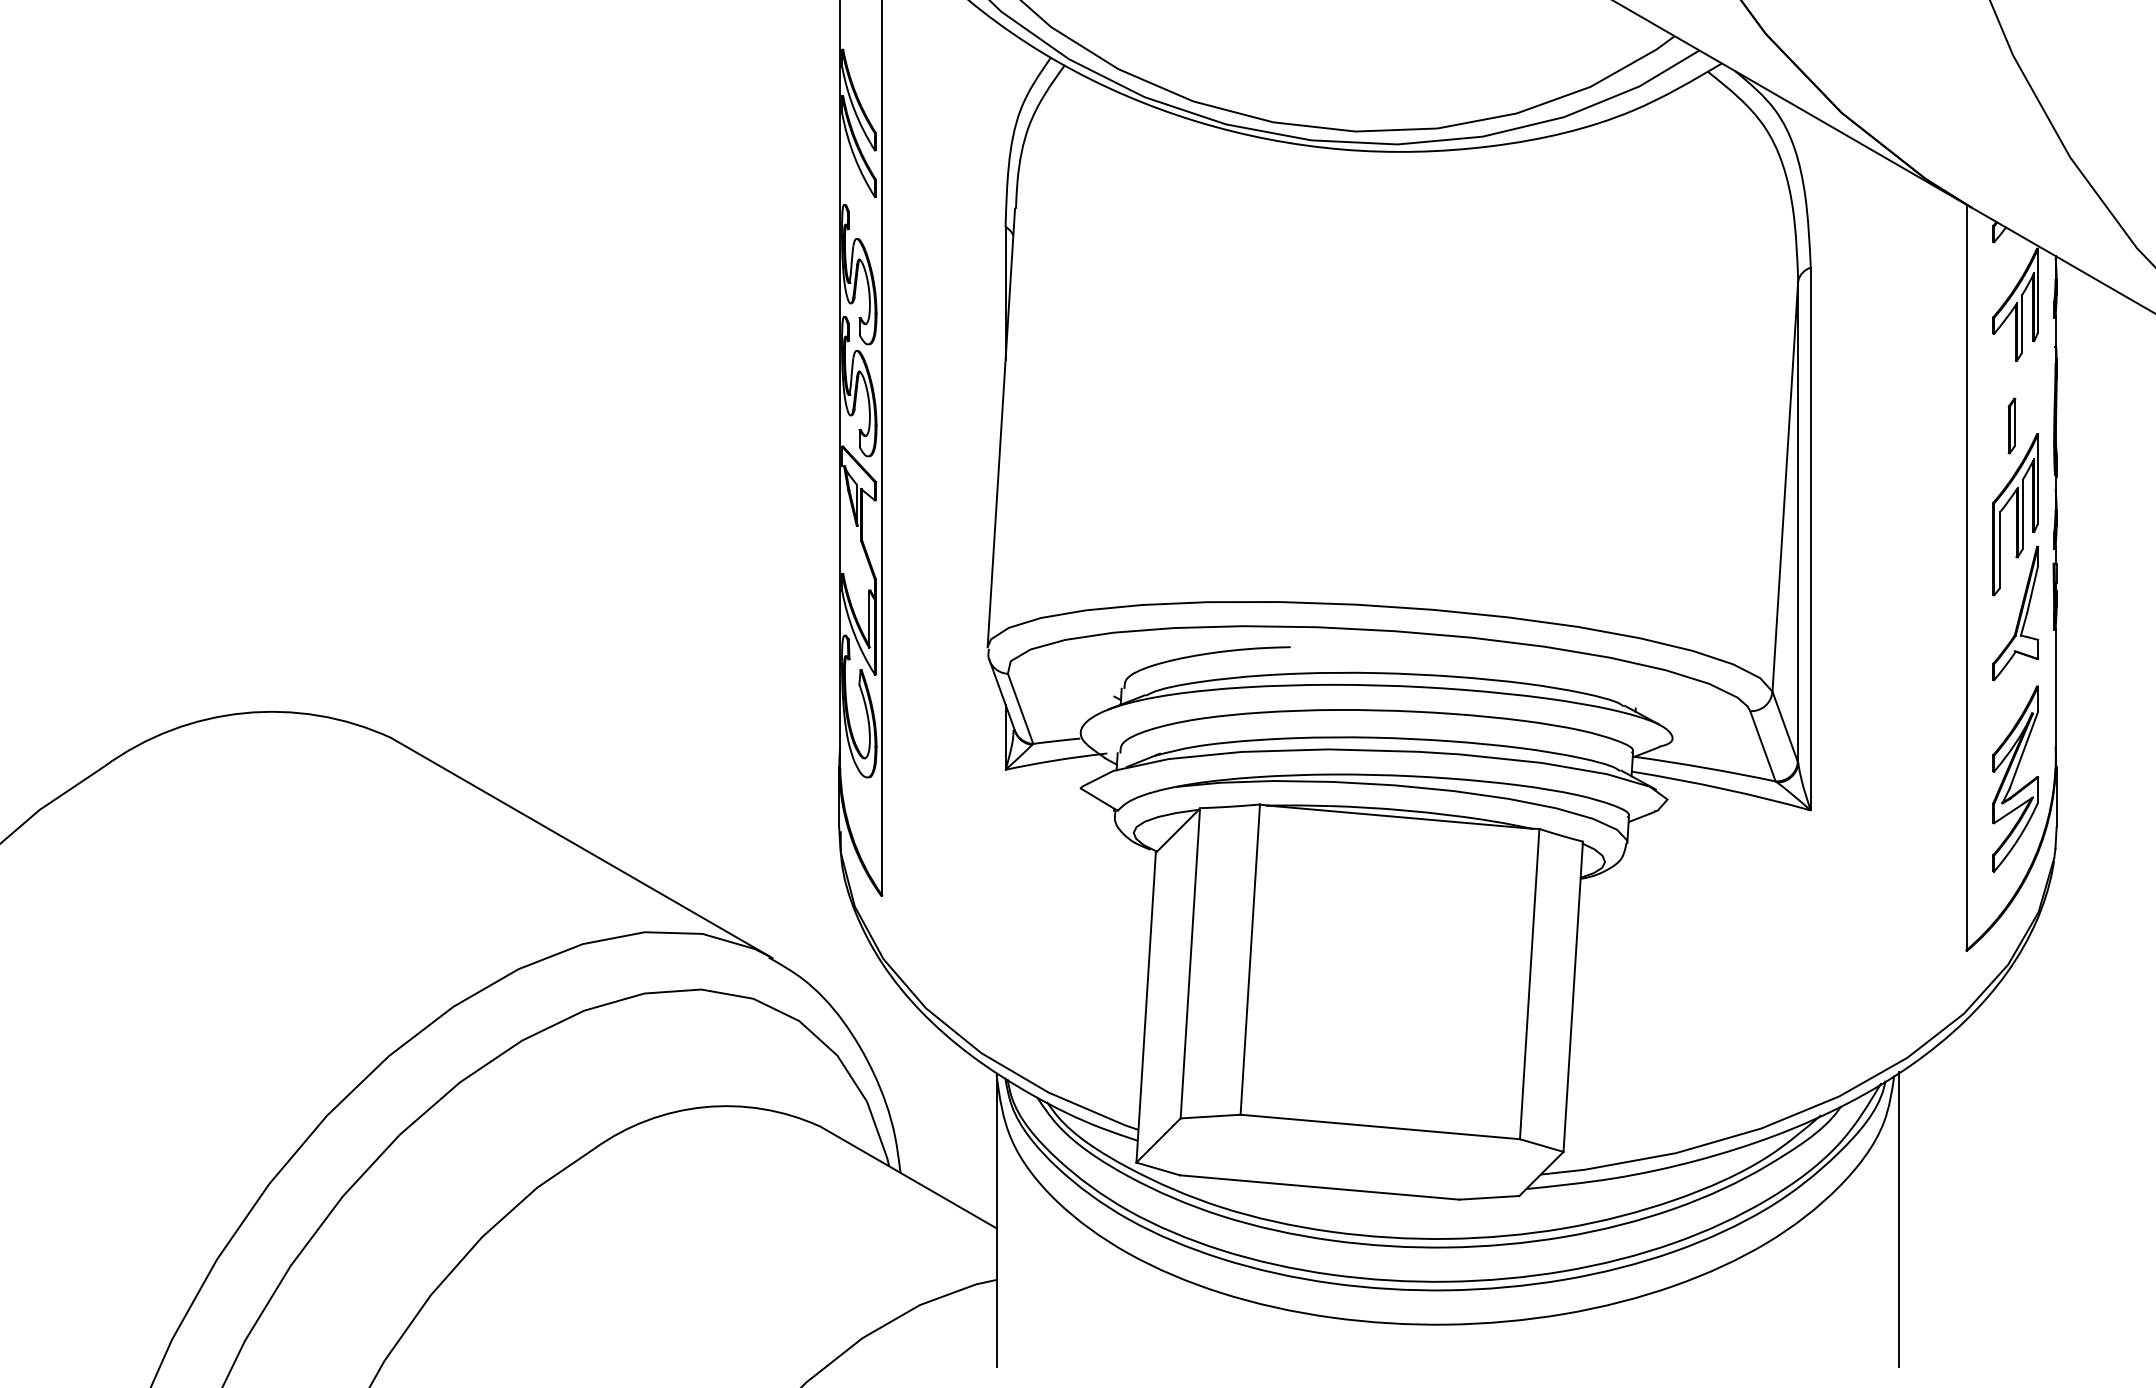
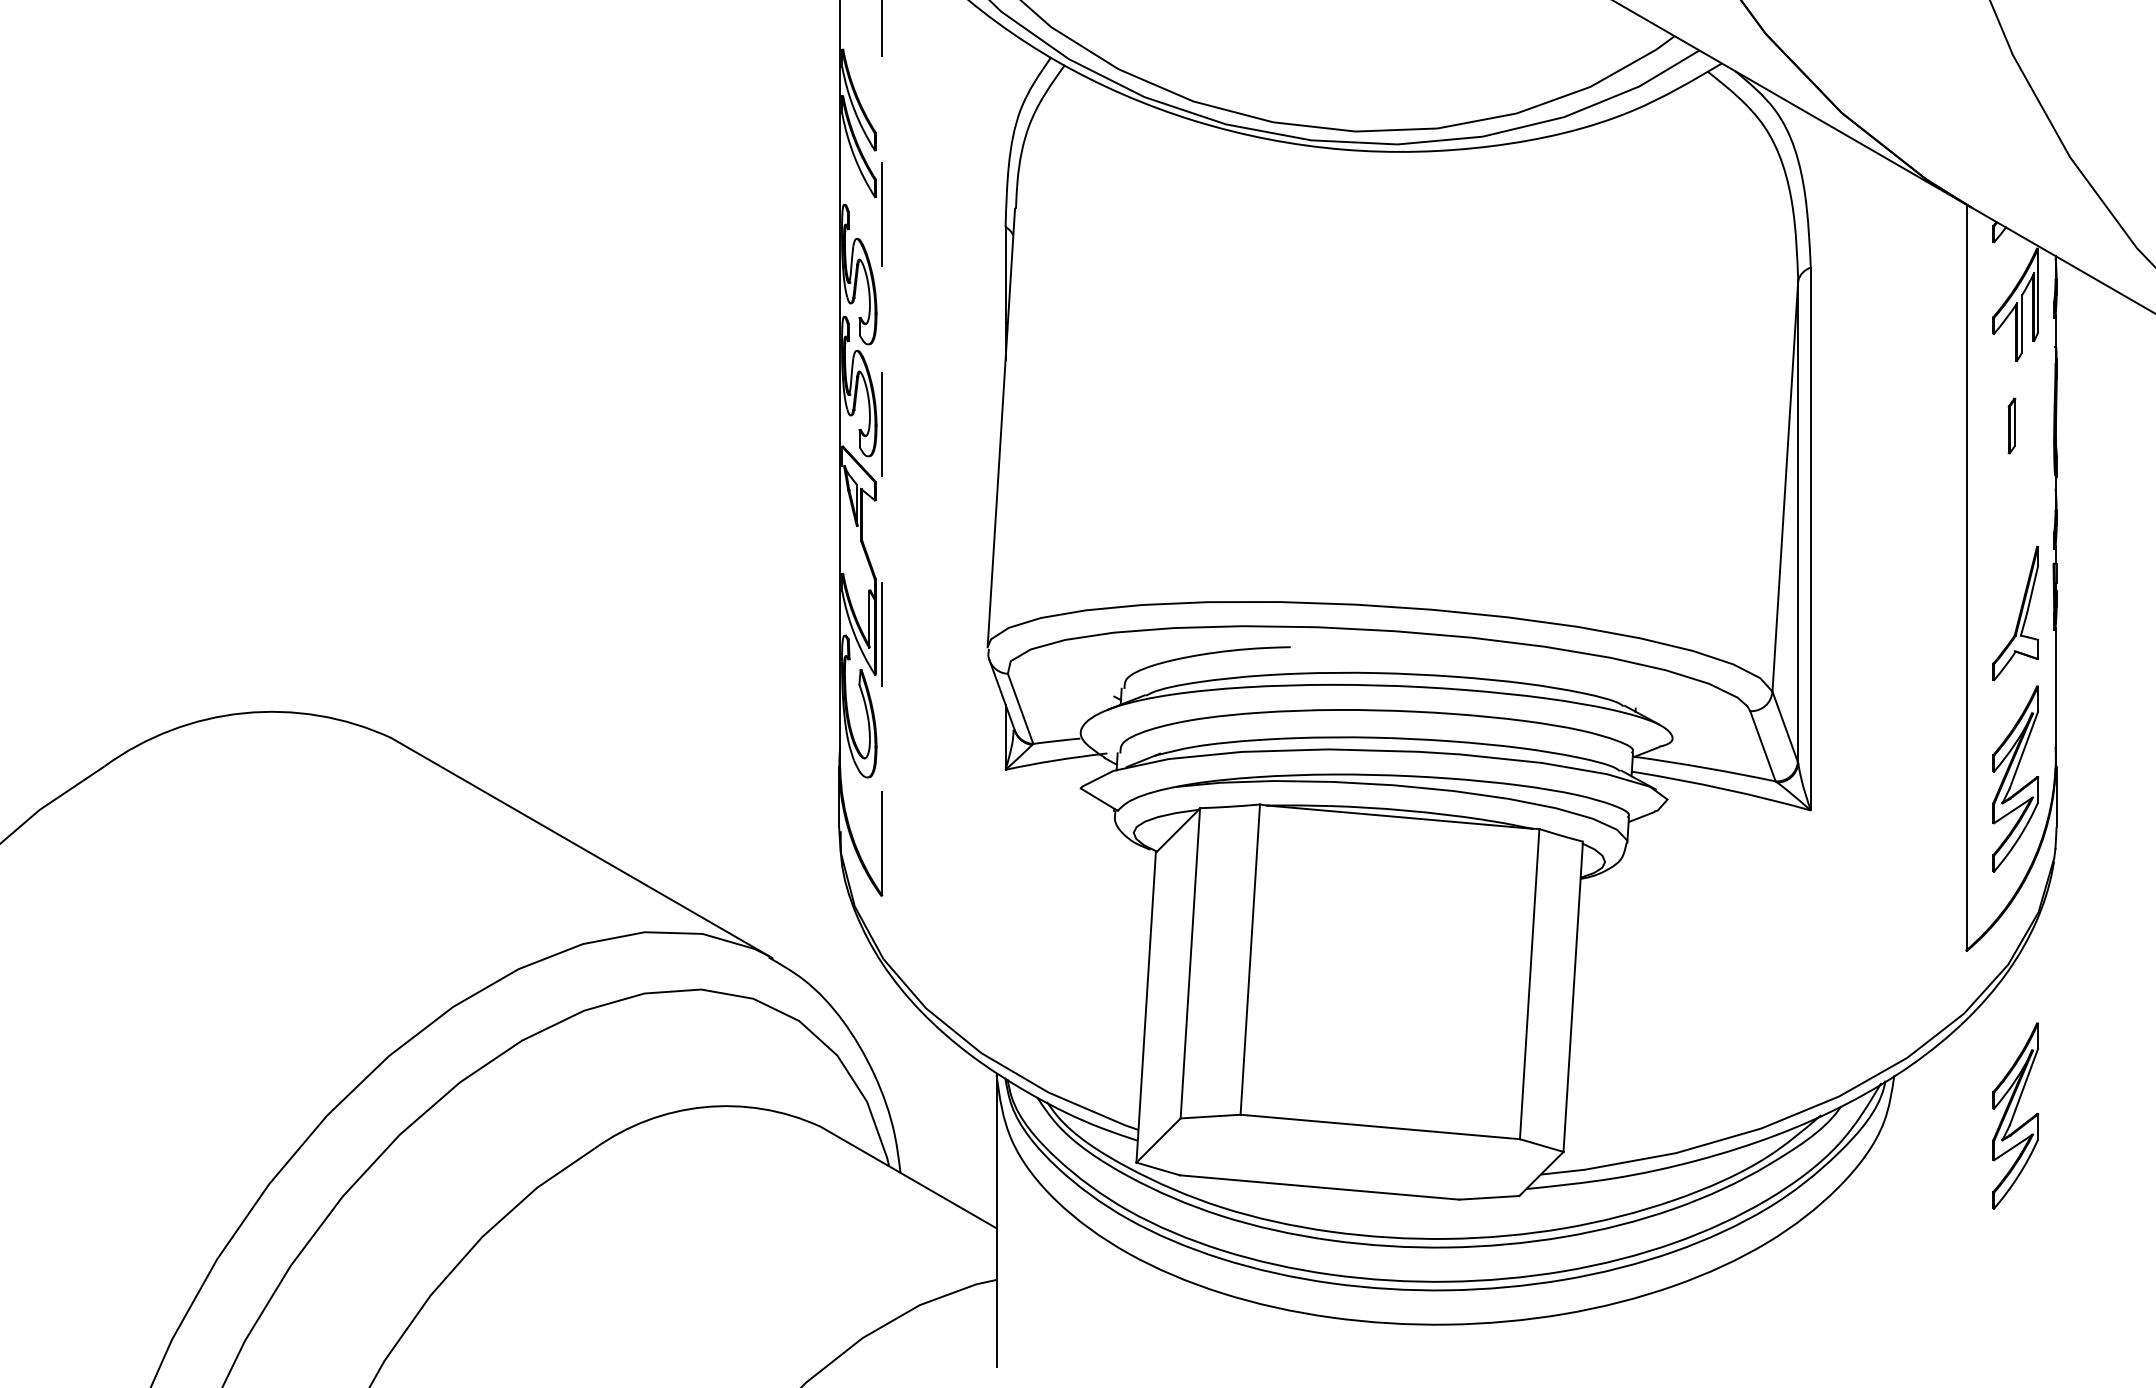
line at (881, 447): solid -> dashed
part at (2015, 514): present -> none
part at (2015, 1115): none -> present
line at (1899, 1219): present -> none
